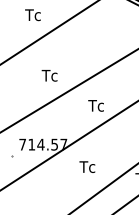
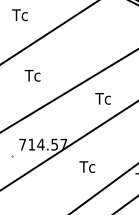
text at (32, 15) position: (32, 15) -> (19, 15)
text at (49, 75) position: (49, 75) -> (32, 75)
text at (95, 105) position: (95, 105) -> (102, 98)
